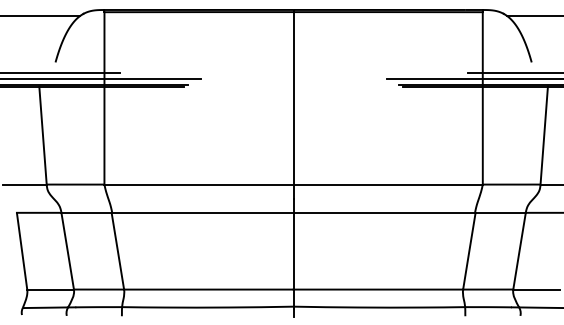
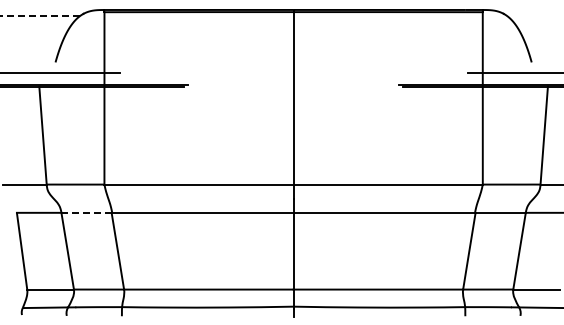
line at (40, 16): solid -> dashed
line at (533, 16): present -> none
line at (101, 79): present -> none
line at (473, 79): present -> none
line at (87, 212): solid -> dashed
